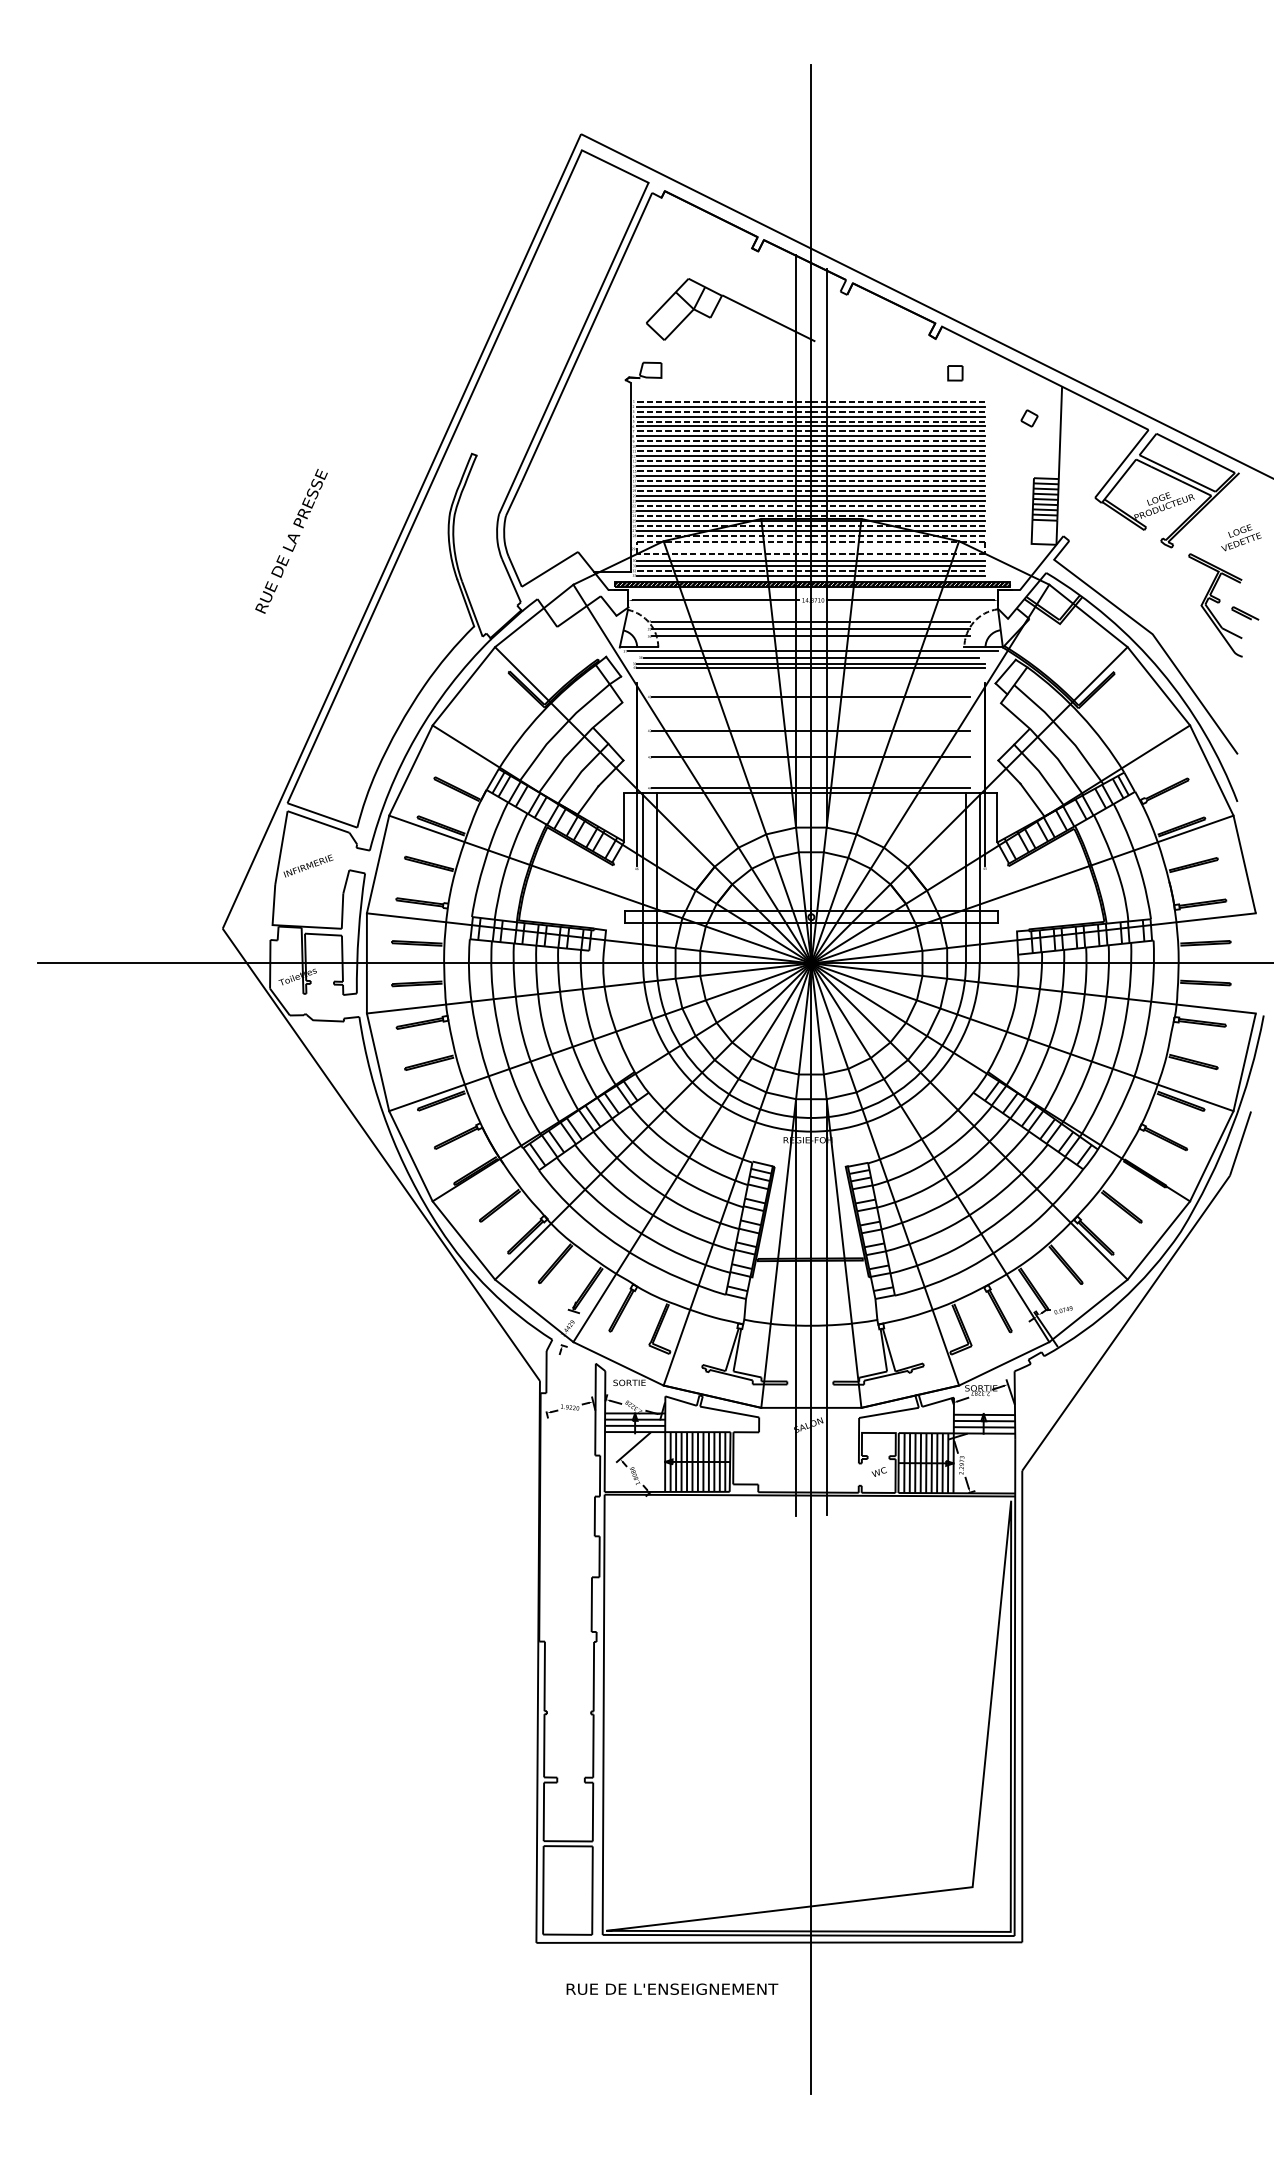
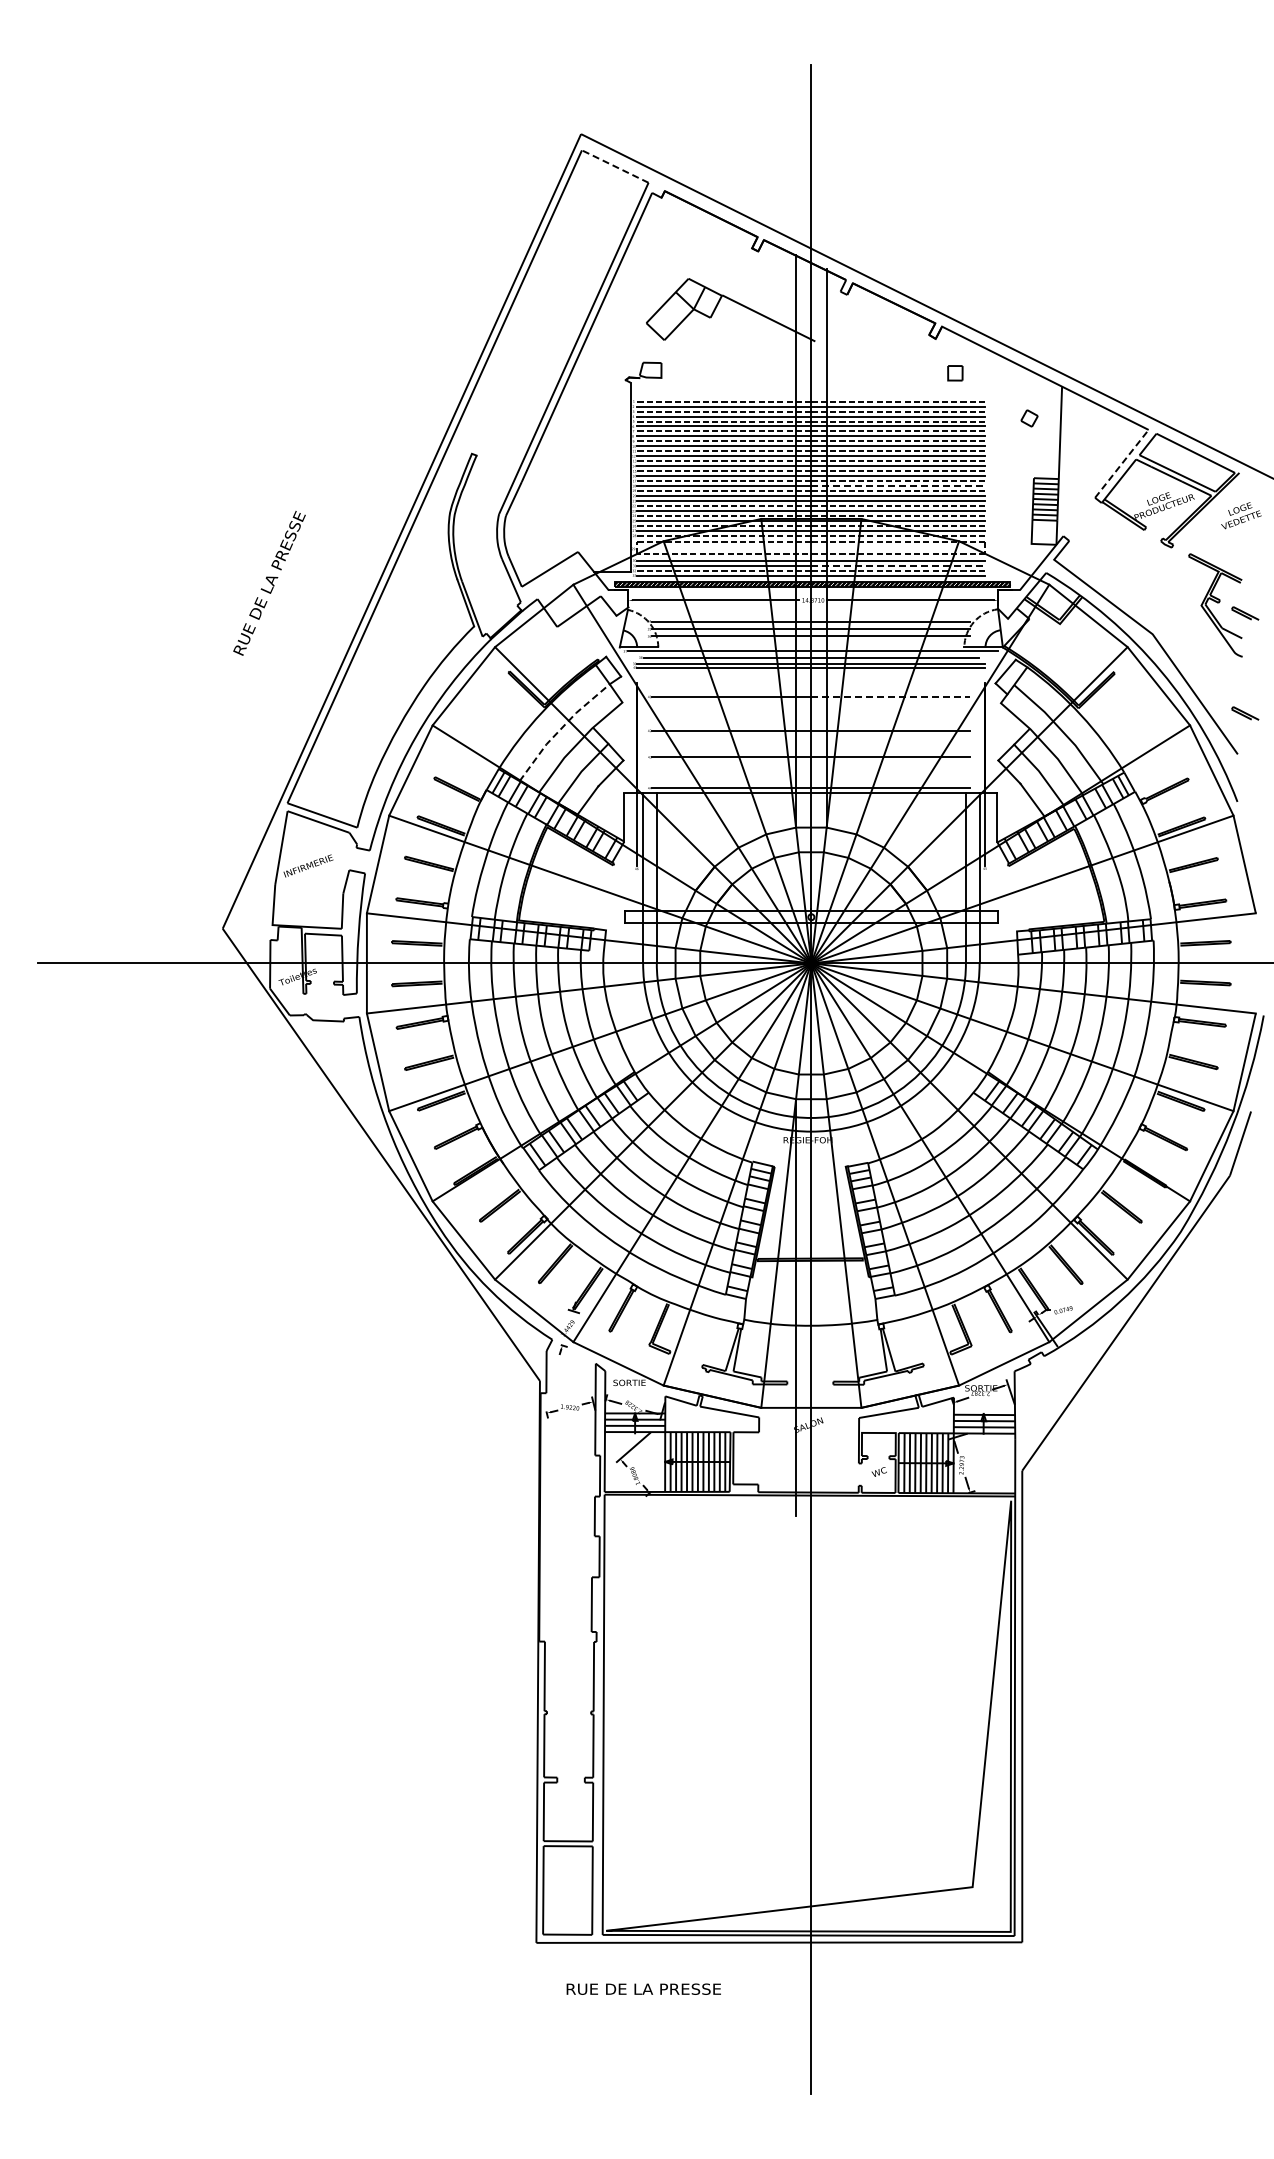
line at (614, 166): solid -> dashed
line at (1122, 463): solid -> dashed
line at (898, 486): solid -> dashed
text at (1241, 537) position: (1241, 537) -> (1241, 515)
text at (291, 541) position: (291, 541) -> (269, 583)
line at (898, 565): solid -> dashed
line at (890, 697): solid -> dashed
part at (1245, 713): none -> present
line at (561, 728): solid -> dashed
line at (826, 1307): present -> none
text at (710, 1988): RUE DE L'ENSEIGNEMENT -> RUE DE LA PRESSE
